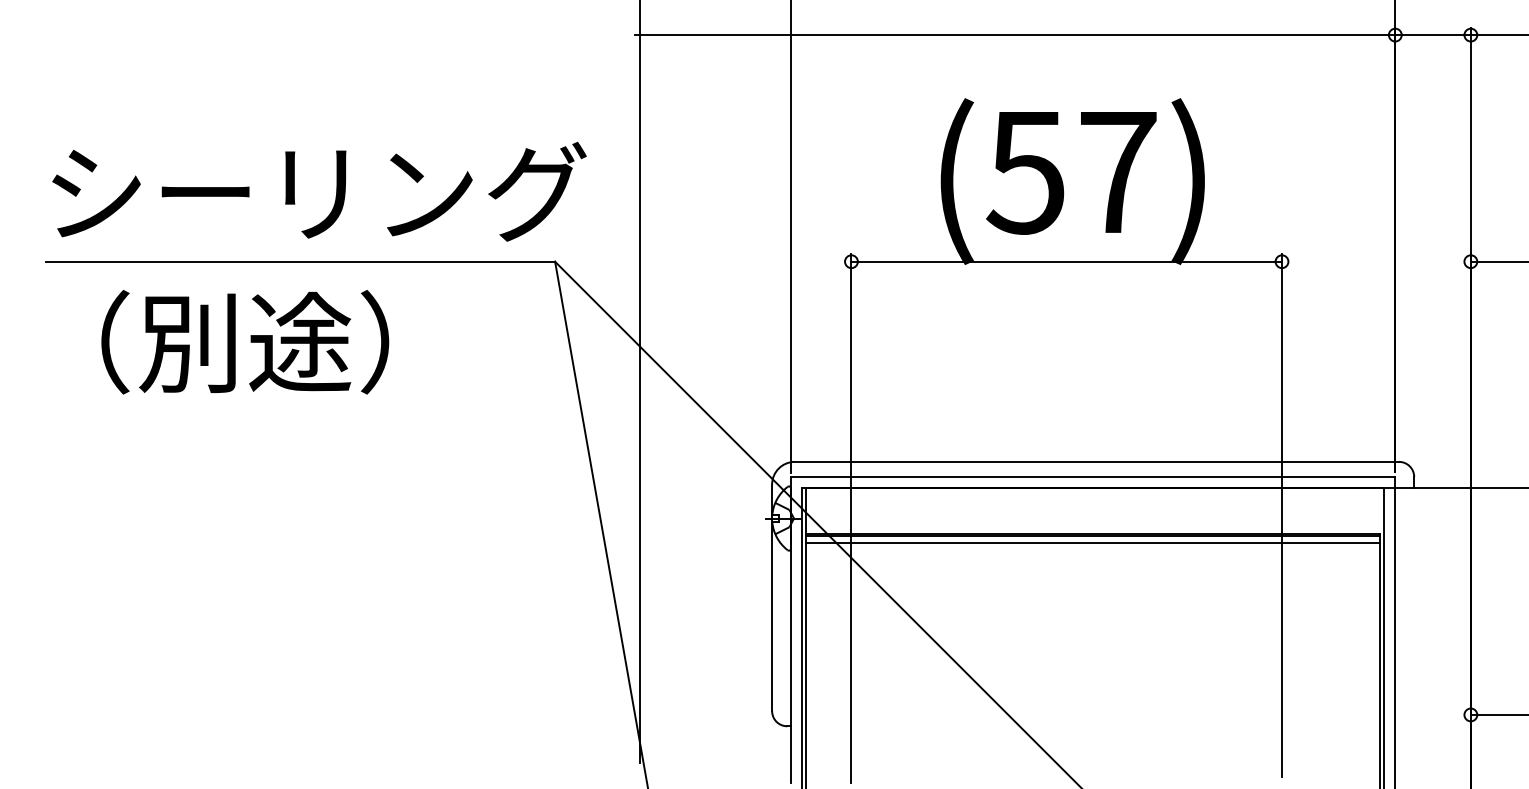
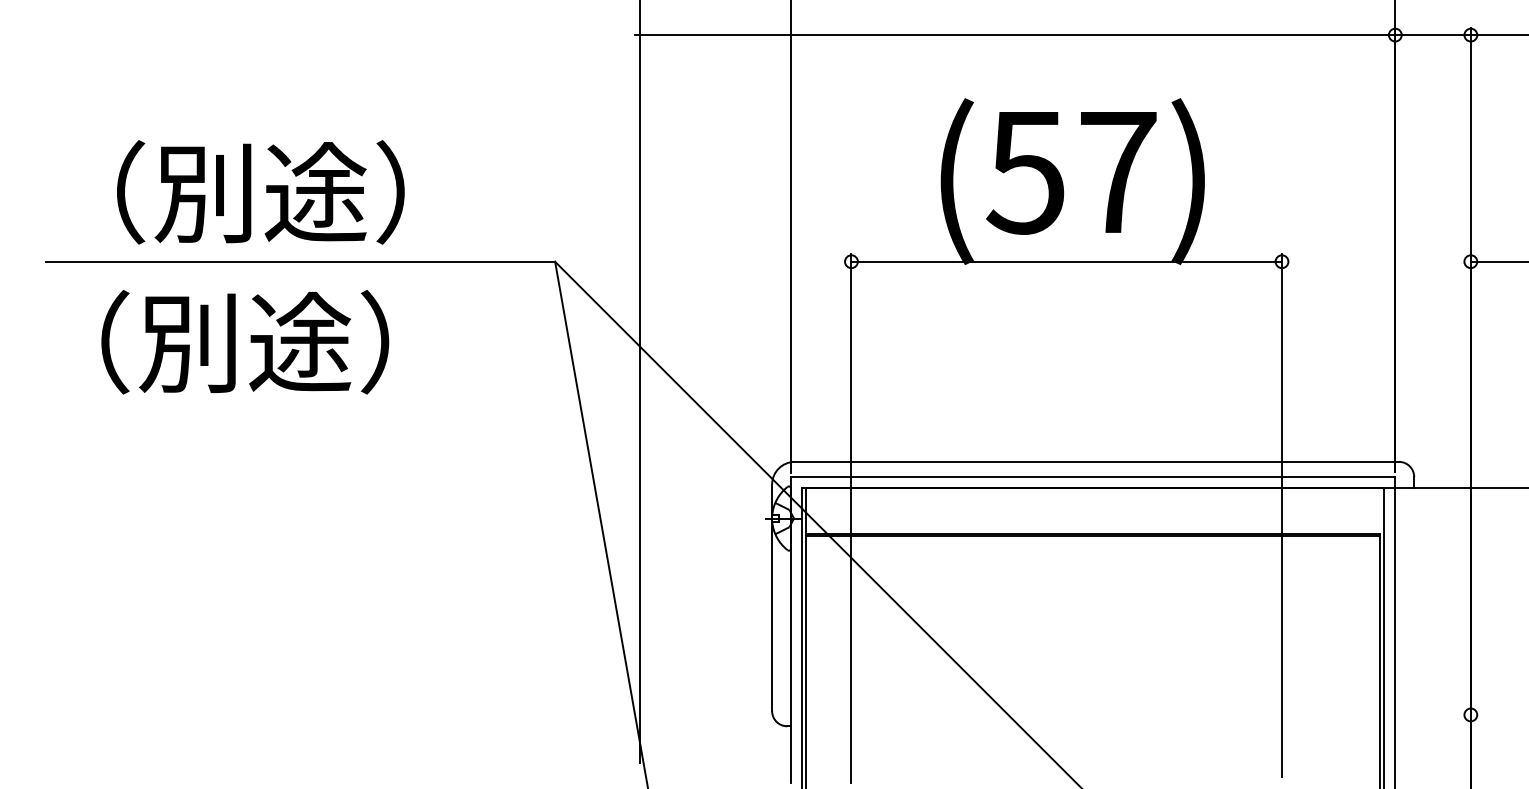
text at (319, 192): シーリング -> （別途）
line at (1093, 542): present -> none
line at (1497, 714): present -> none
